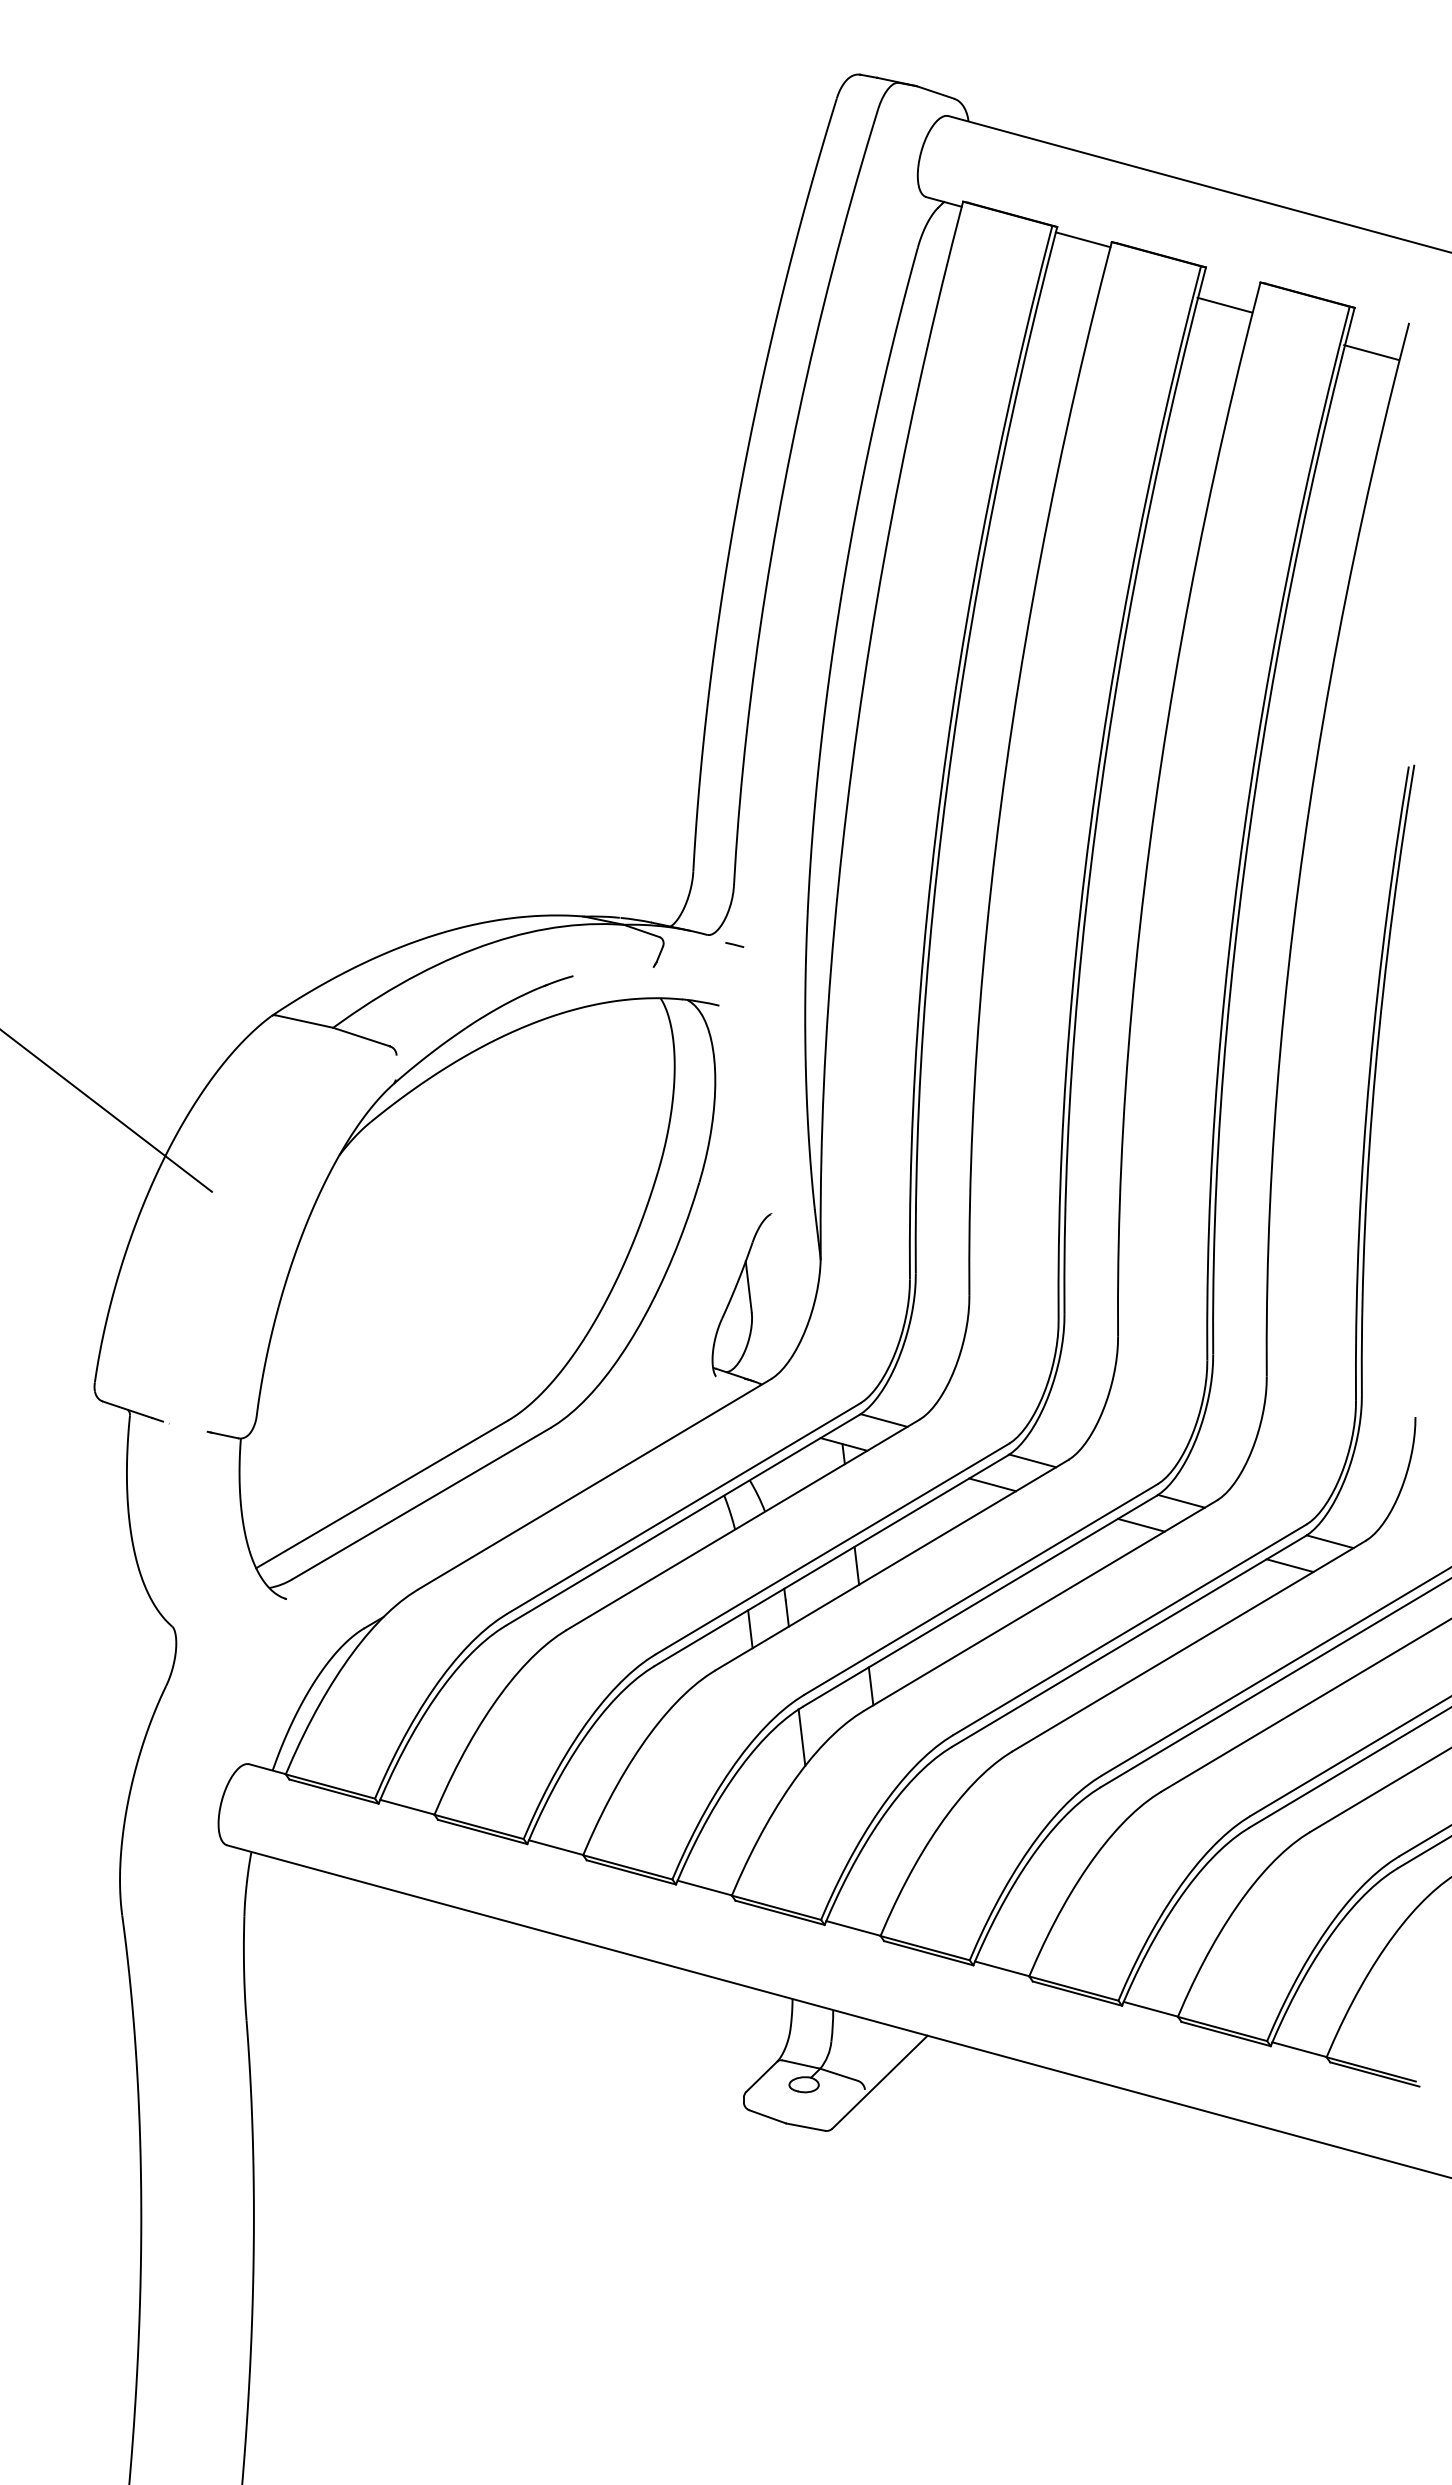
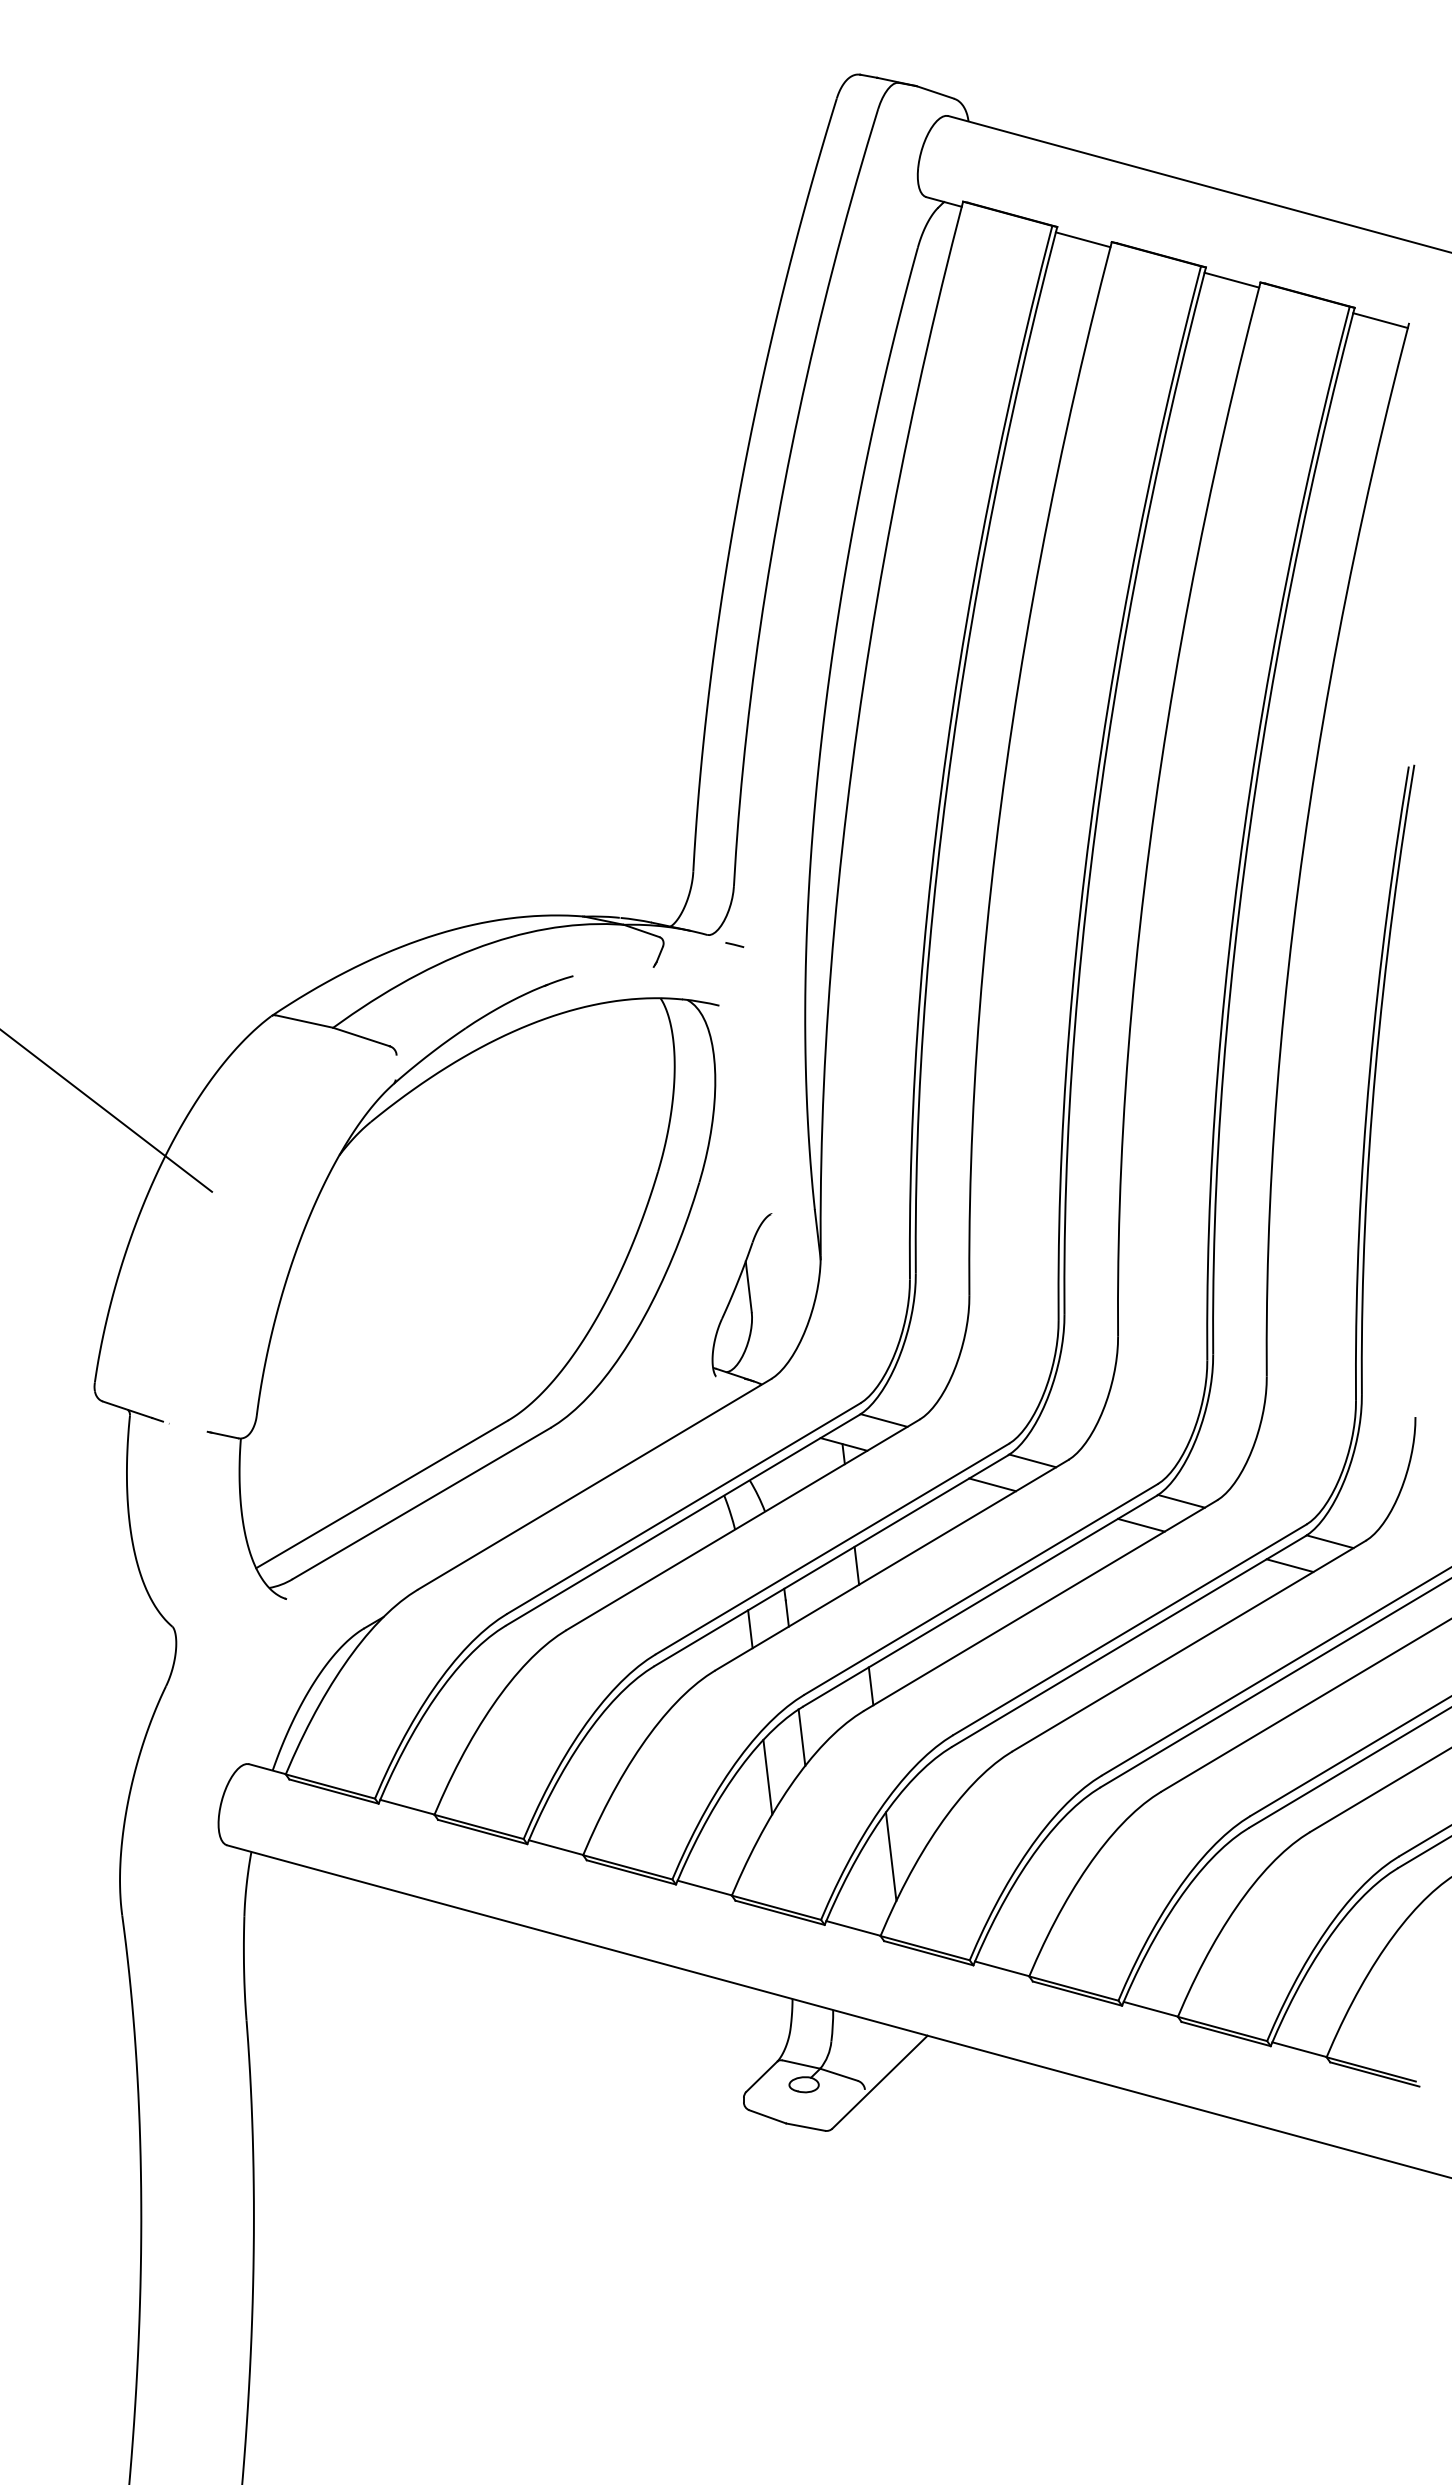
line at (1224, 304) position: (1224, 304) -> (1231, 279)
line at (1371, 352) position: (1371, 352) -> (1380, 320)
line at (767, 1776): none -> present
line at (890, 1856): none -> present
